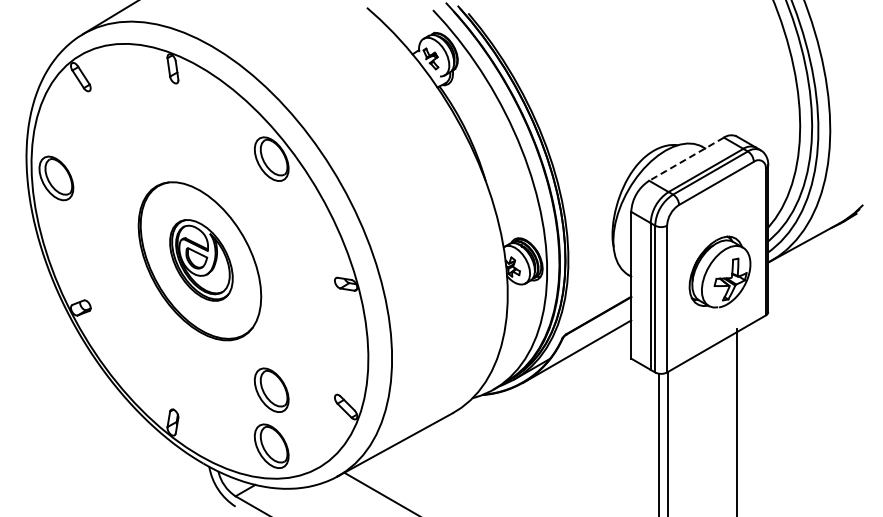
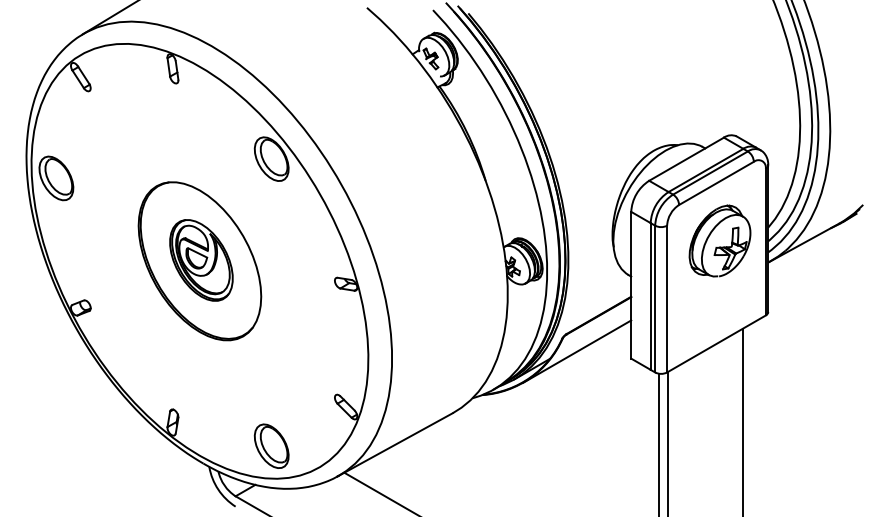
line at (686, 159): dashed -> solid
part at (719, 271) position: (719, 271) -> (719, 240)
part at (271, 389): present -> none
line at (736, 420) position: (736, 420) -> (742, 420)
